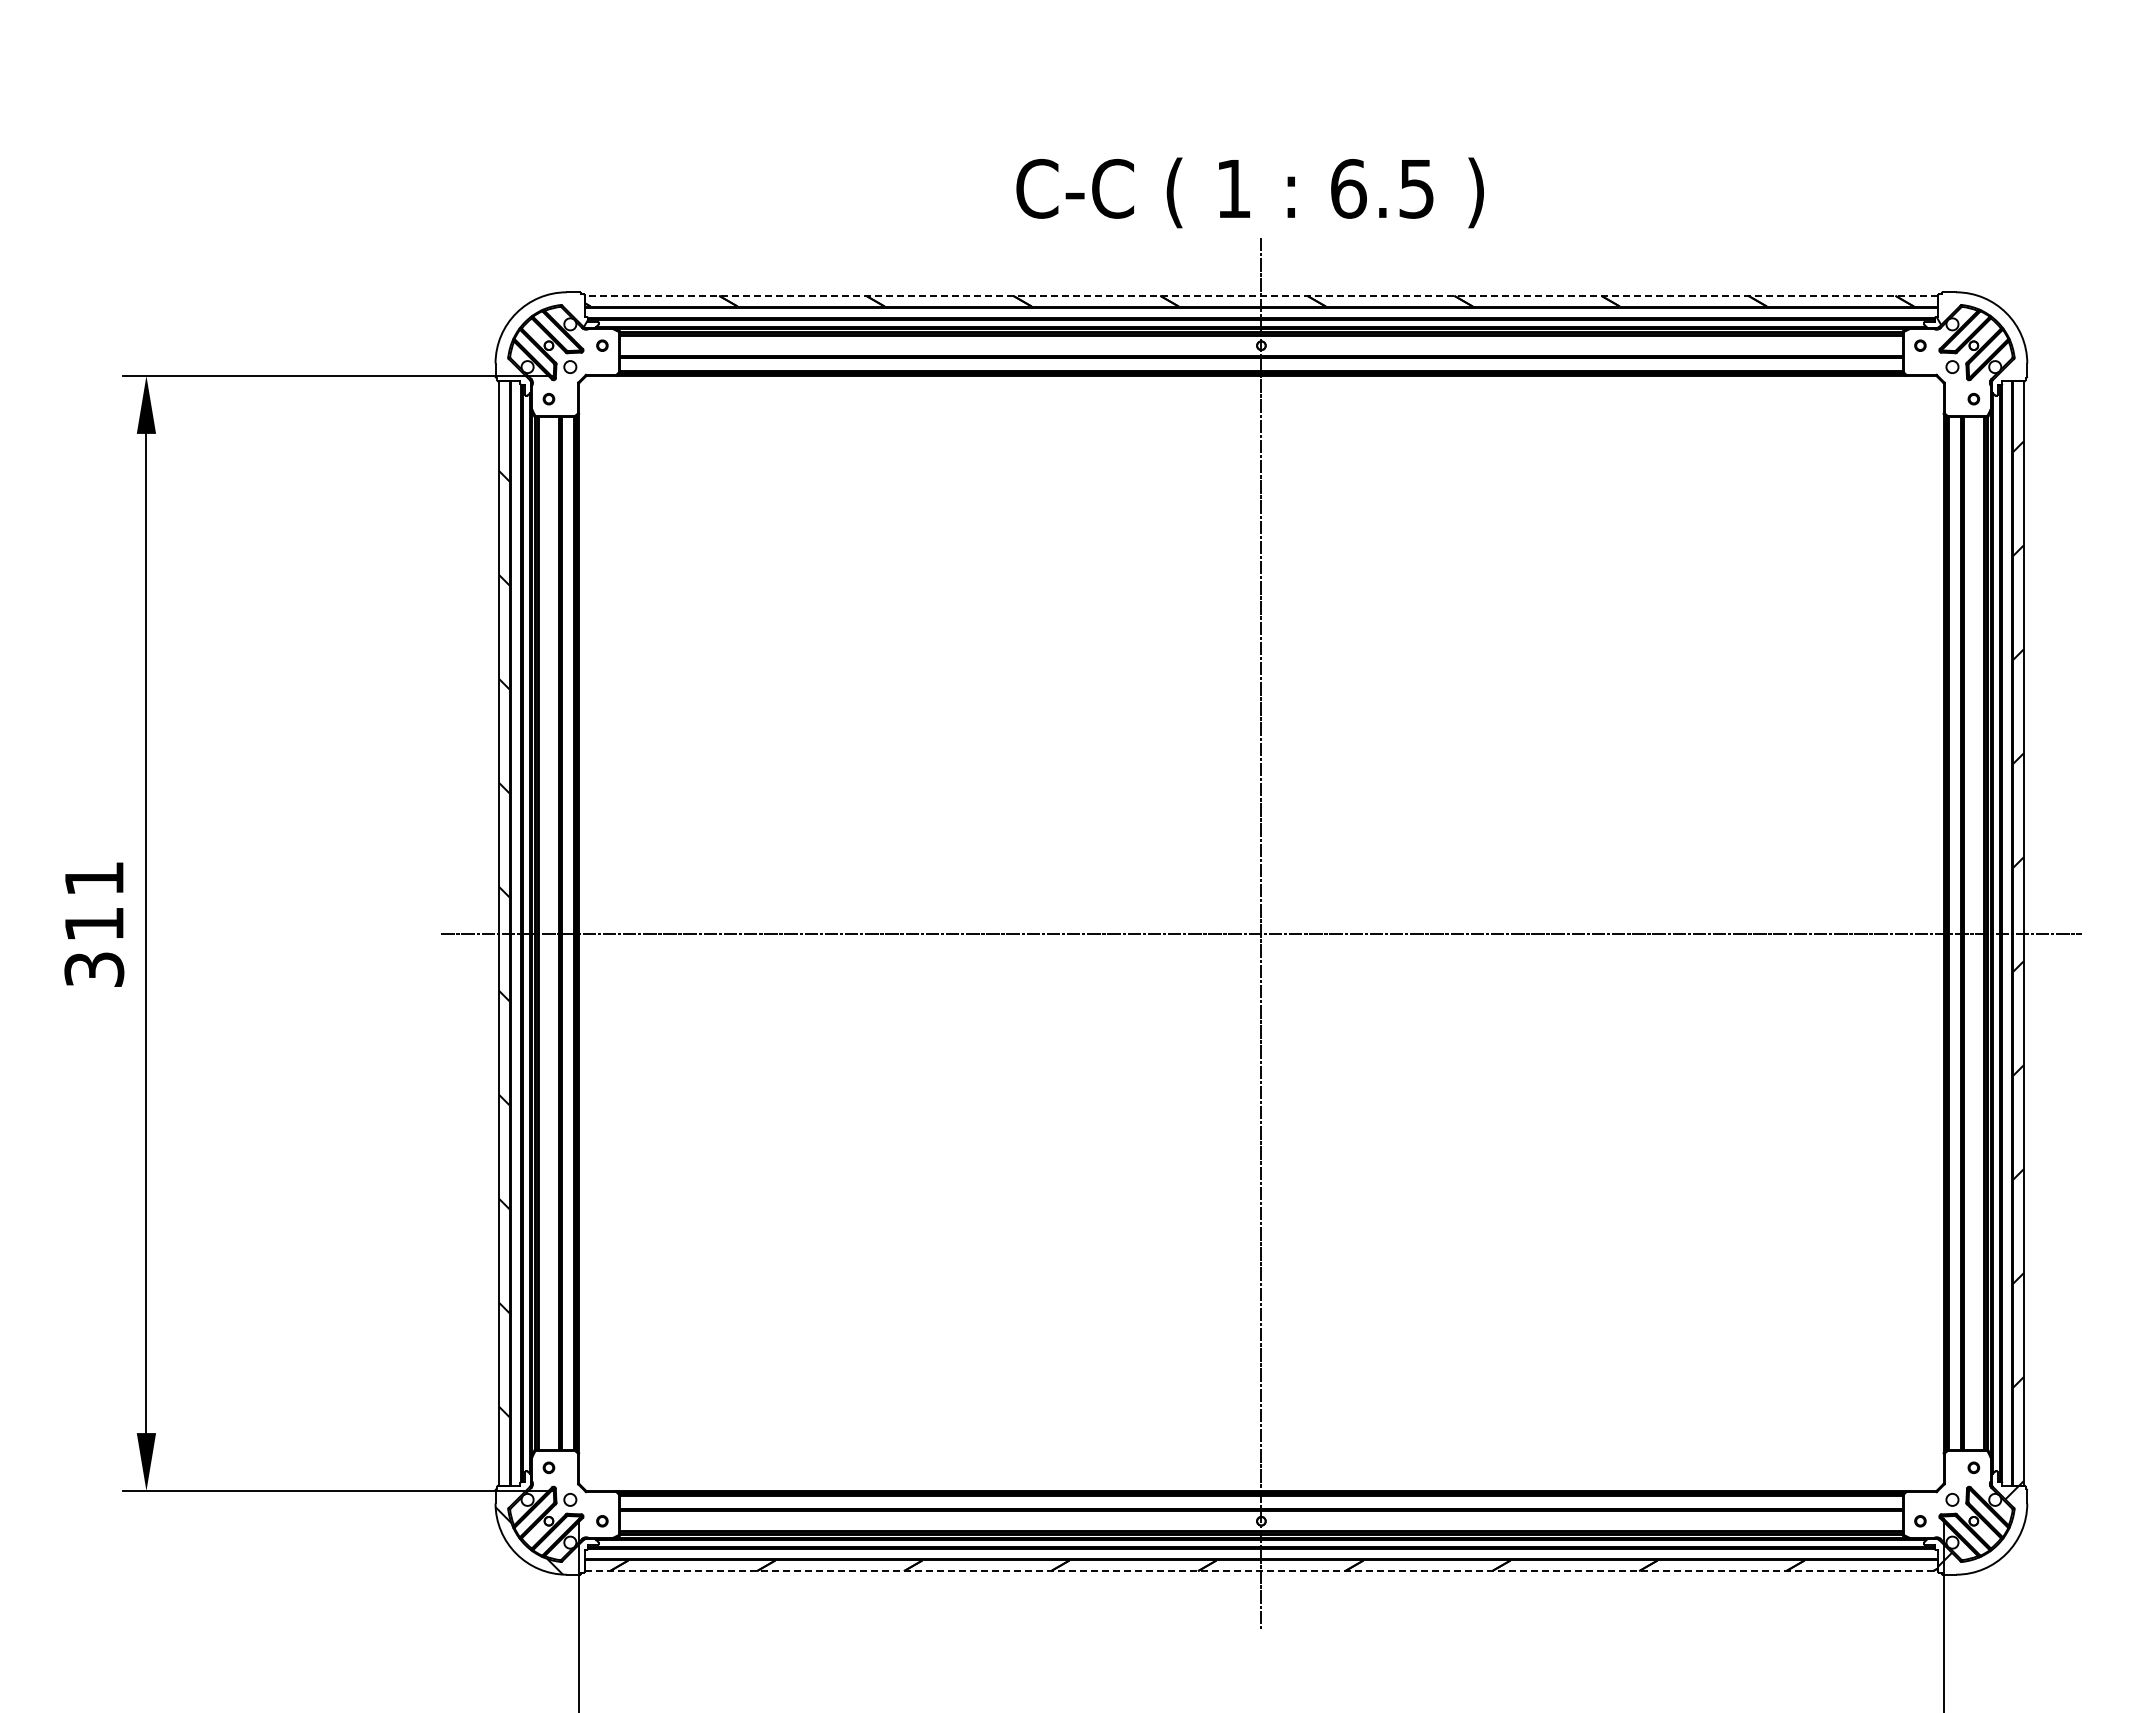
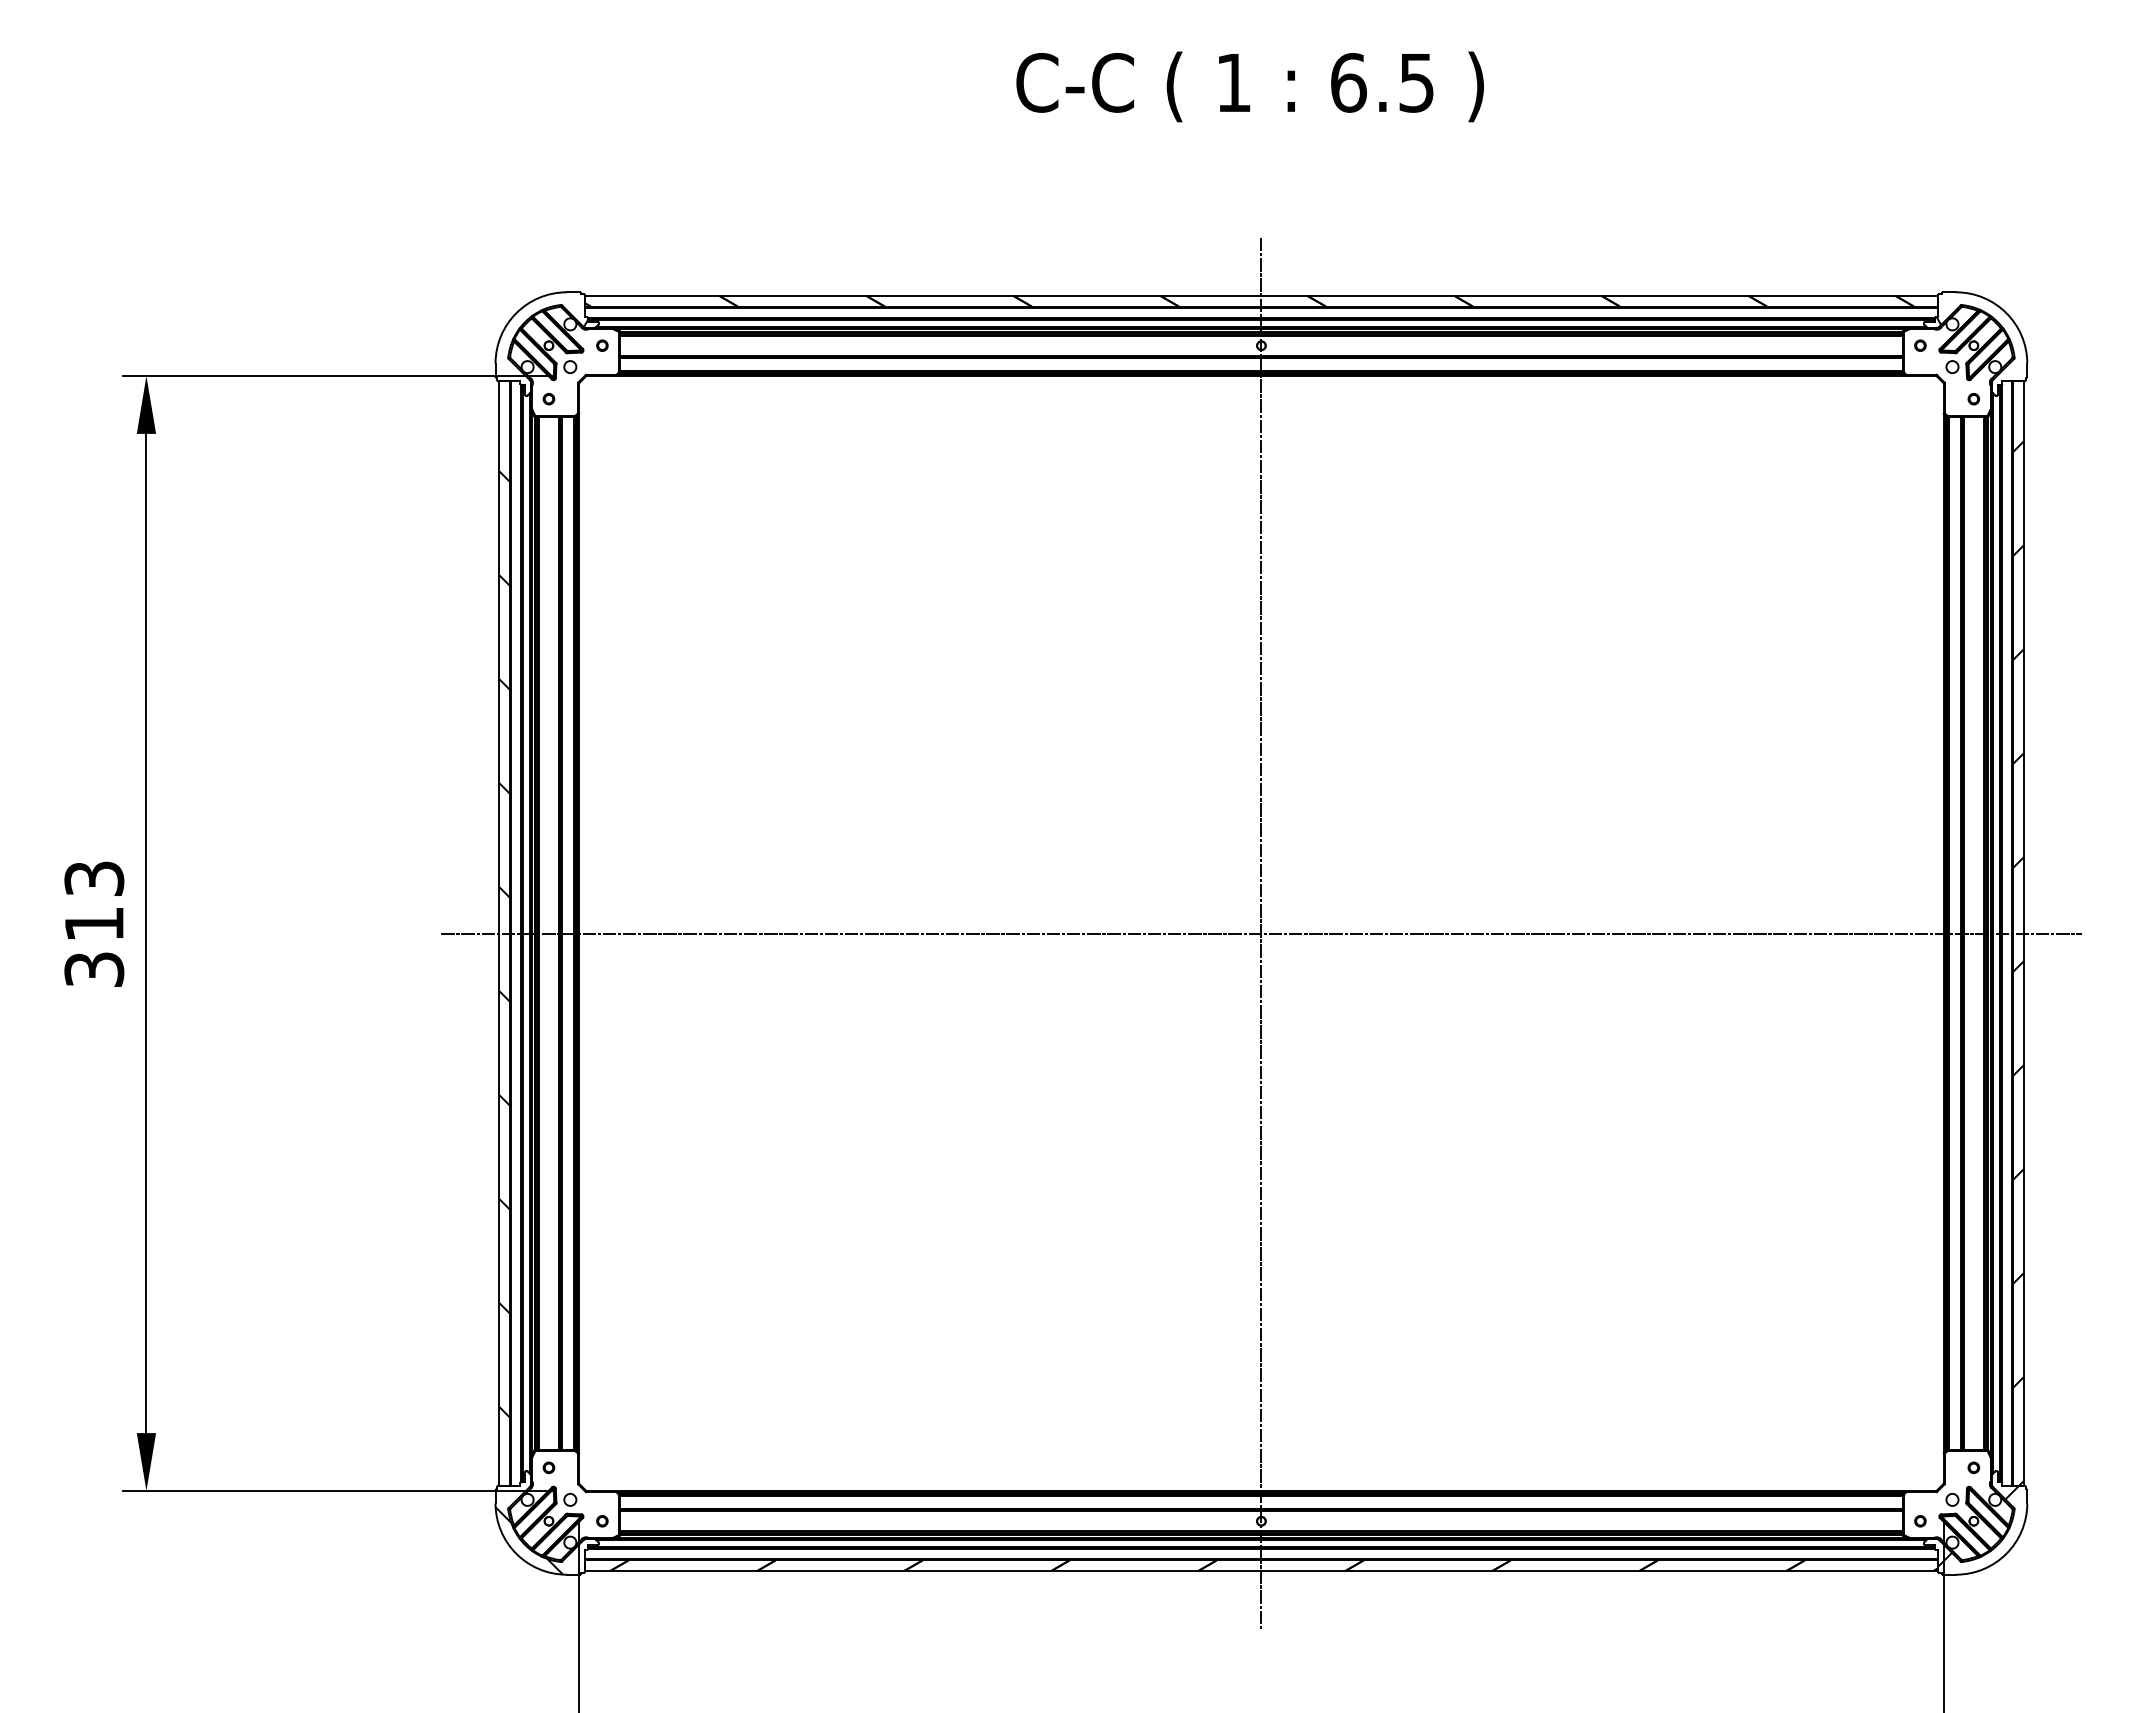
text at (1249, 192) position: (1249, 192) -> (1249, 86)
line at (1261, 295): dashed -> solid
text at (94, 878): 311 -> 313
line at (1261, 1571): dashed -> solid
